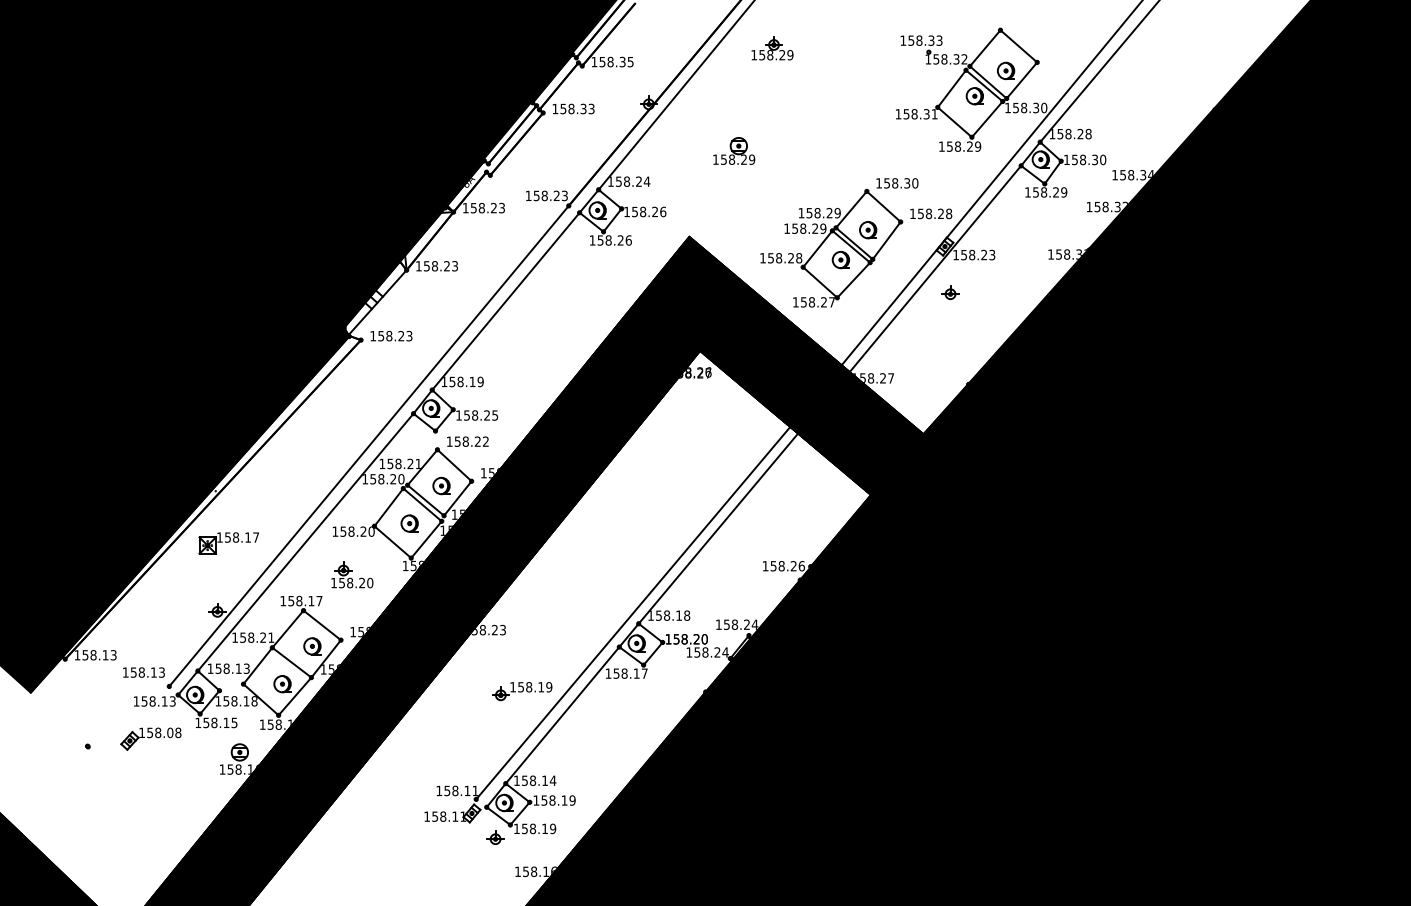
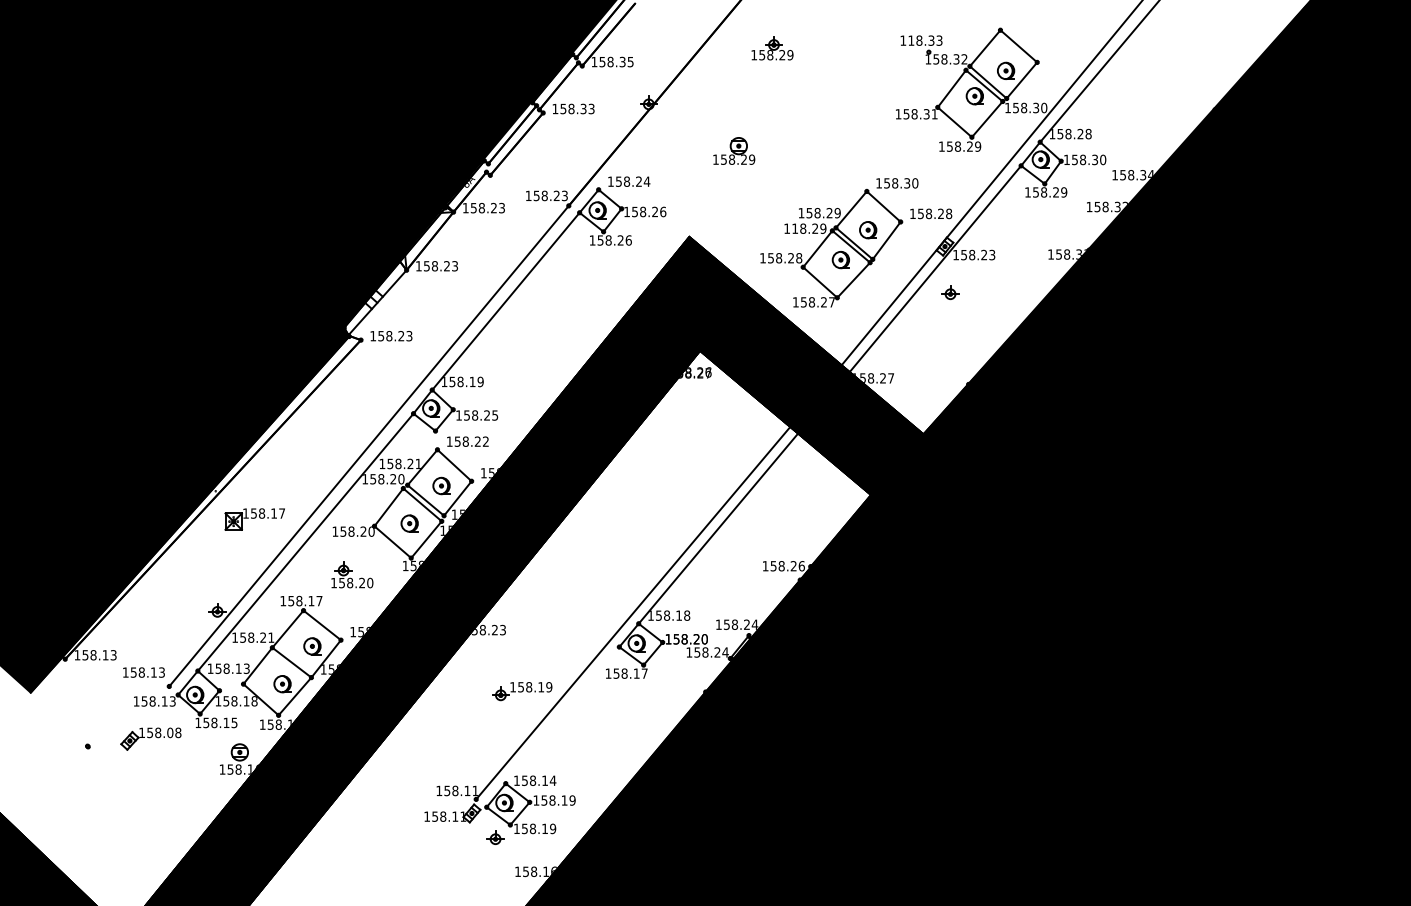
text at (911, 40): 158.33 -> 118.33
line at (675, 95): present -> none
text at (795, 228): 158.29 -> 118.29
part at (228, 543) position: (228, 543) -> (254, 519)
line at (562, 715): present -> none
